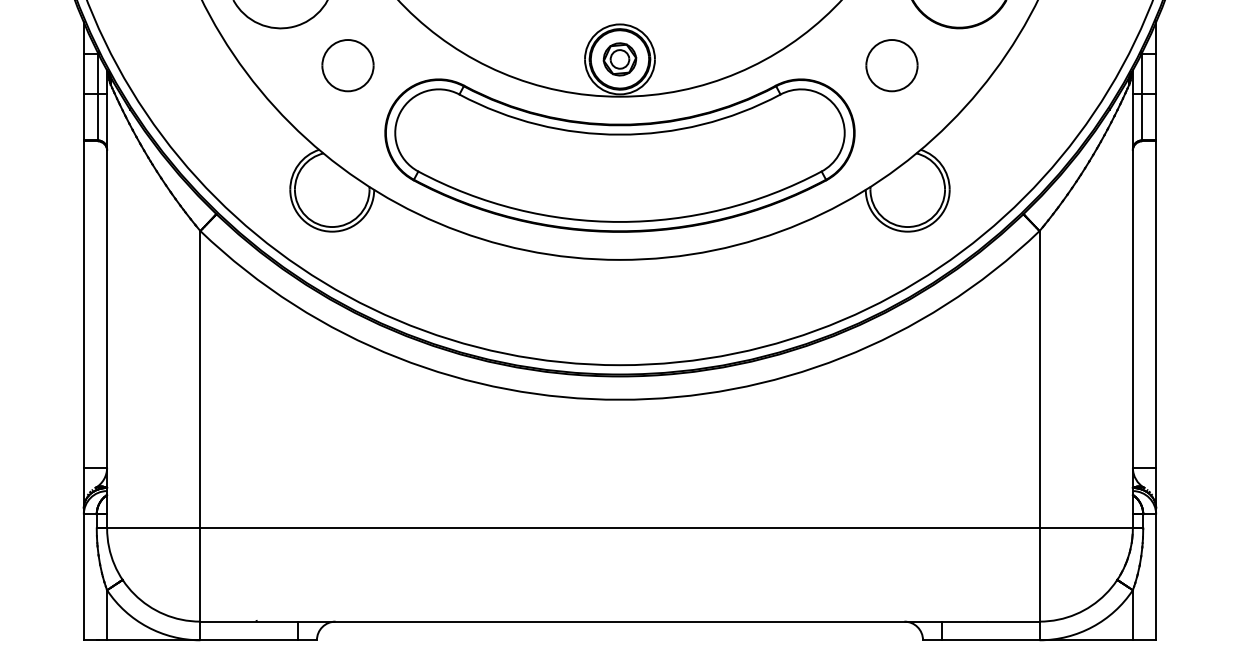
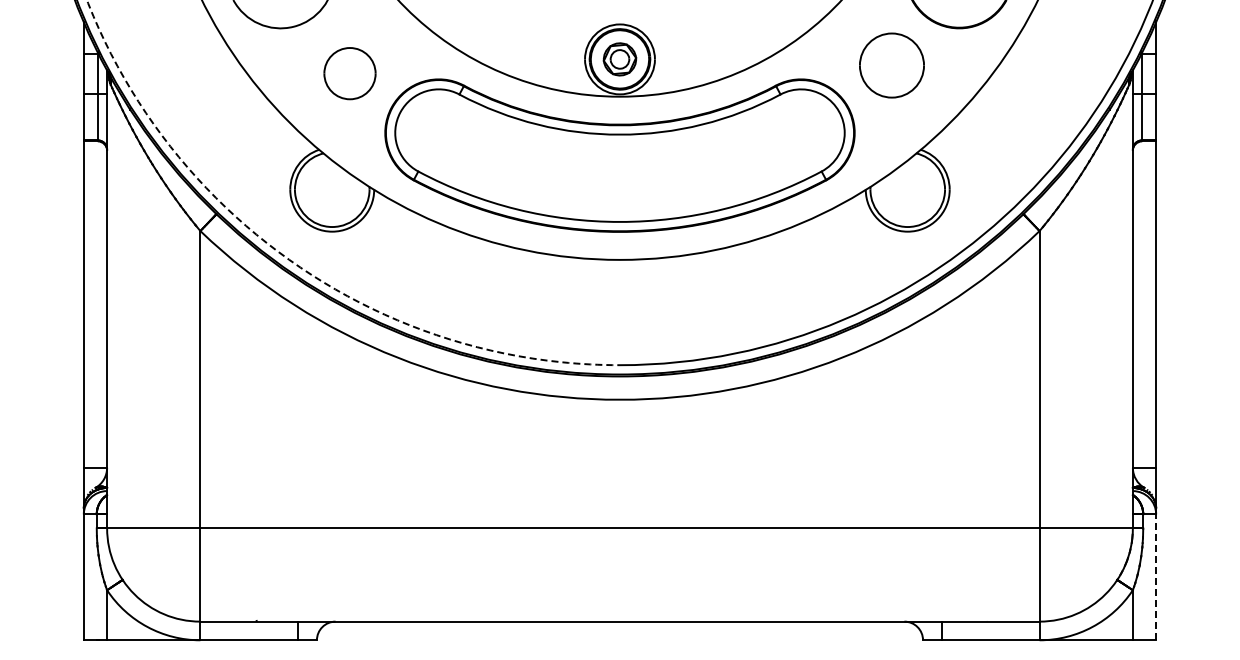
part at (347, 65) position: (347, 65) -> (349, 73)
part at (891, 65) size: 54x54 px -> 66x67 px
arc at (297, 265): solid -> dashed
line at (1156, 577): solid -> dashed
